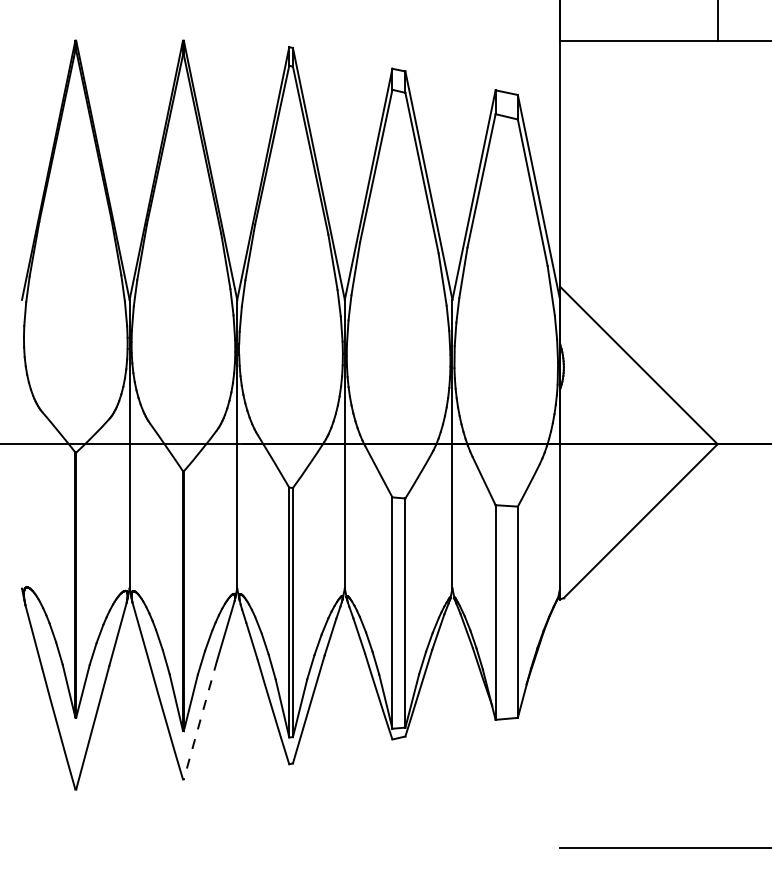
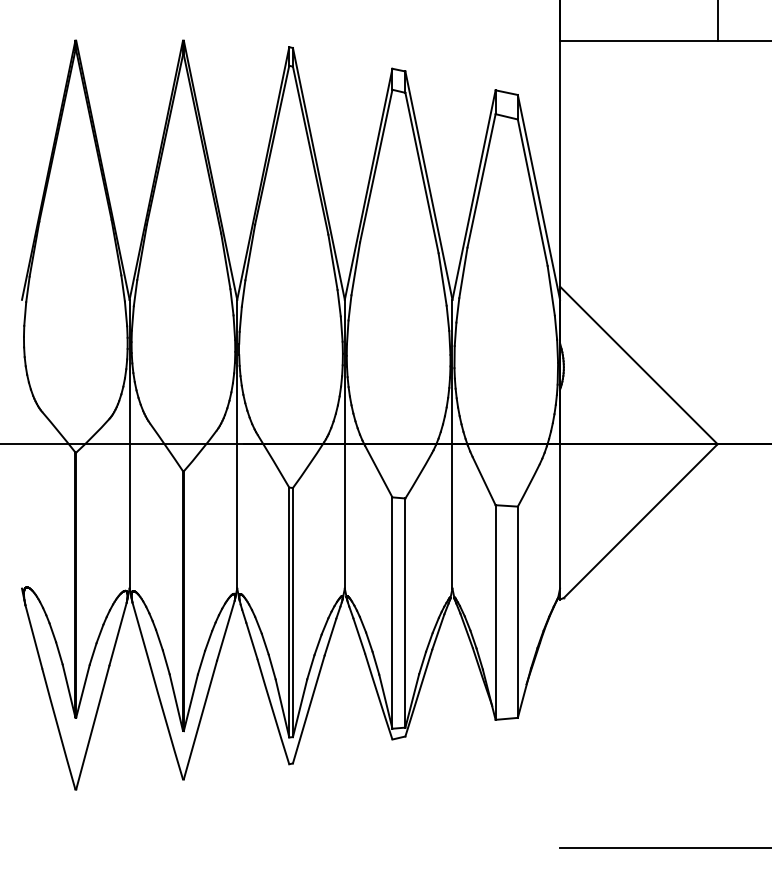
line at (200, 720): dashed -> solid
